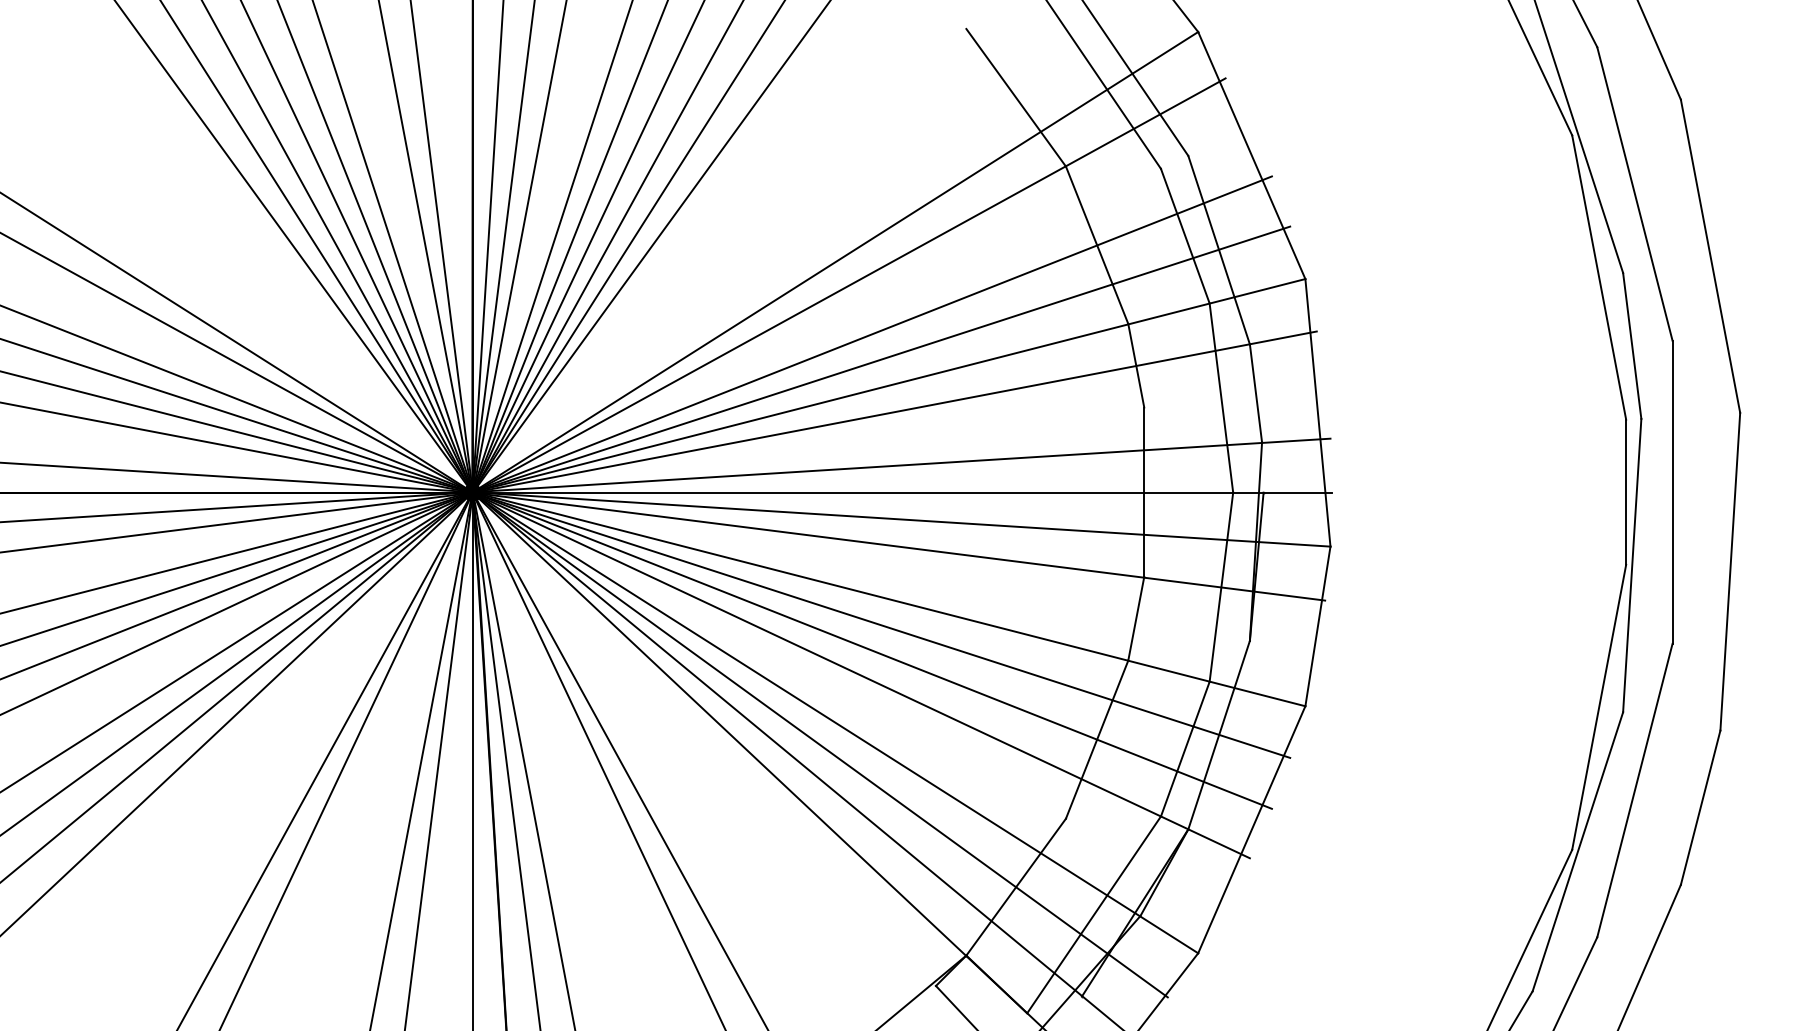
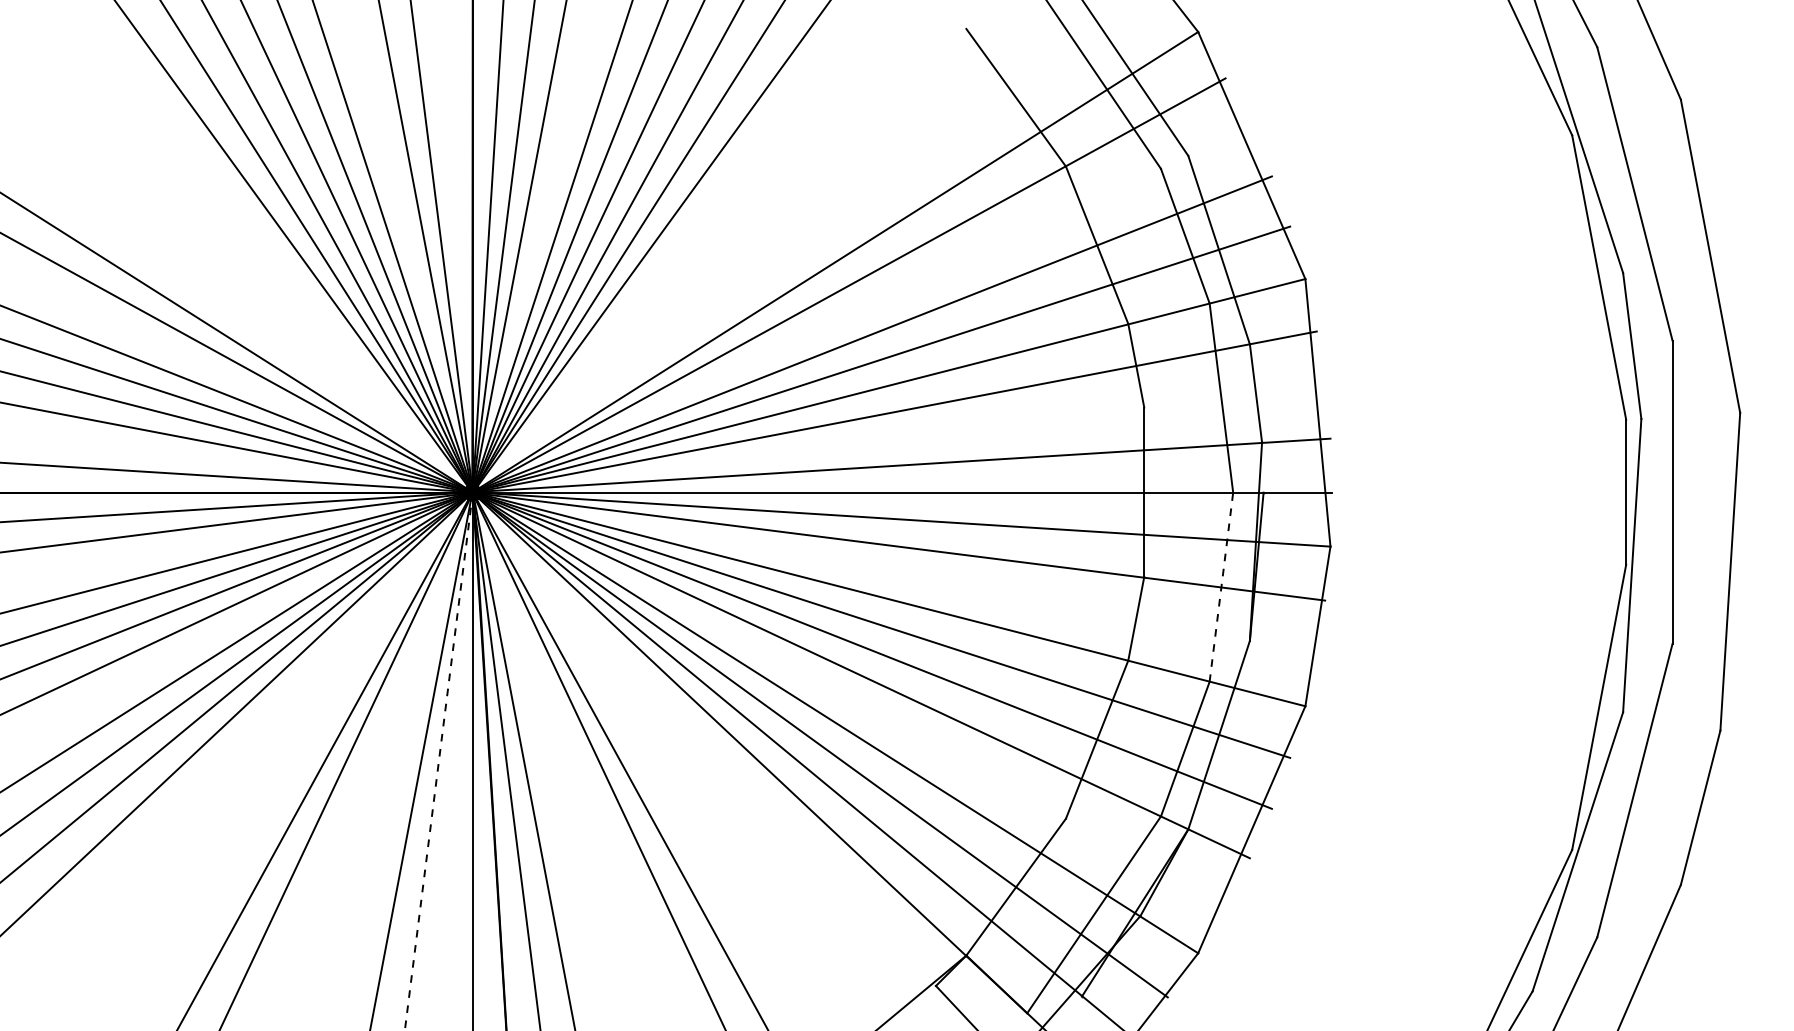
line at (1221, 586): solid -> dashed
line at (439, 757): solid -> dashed
